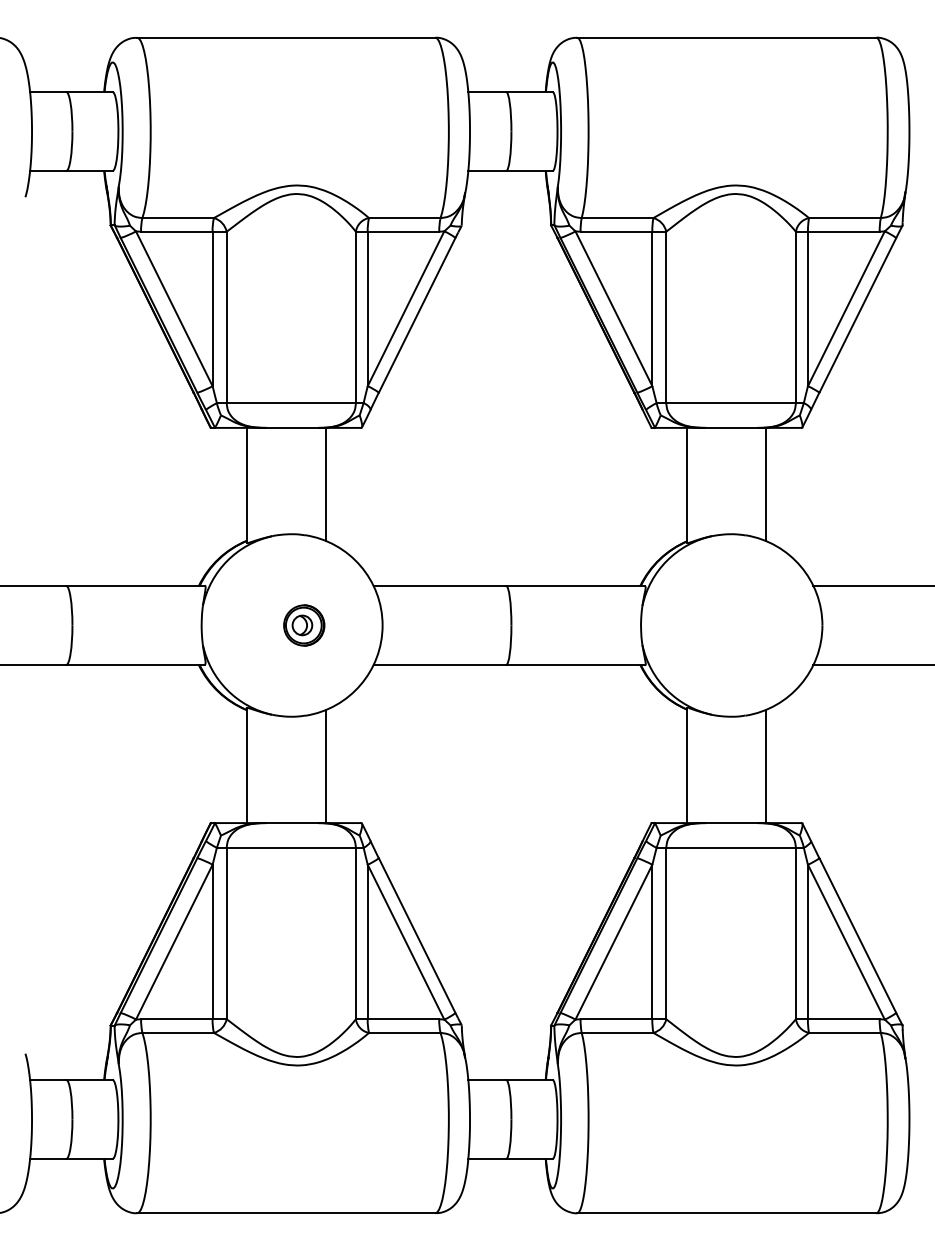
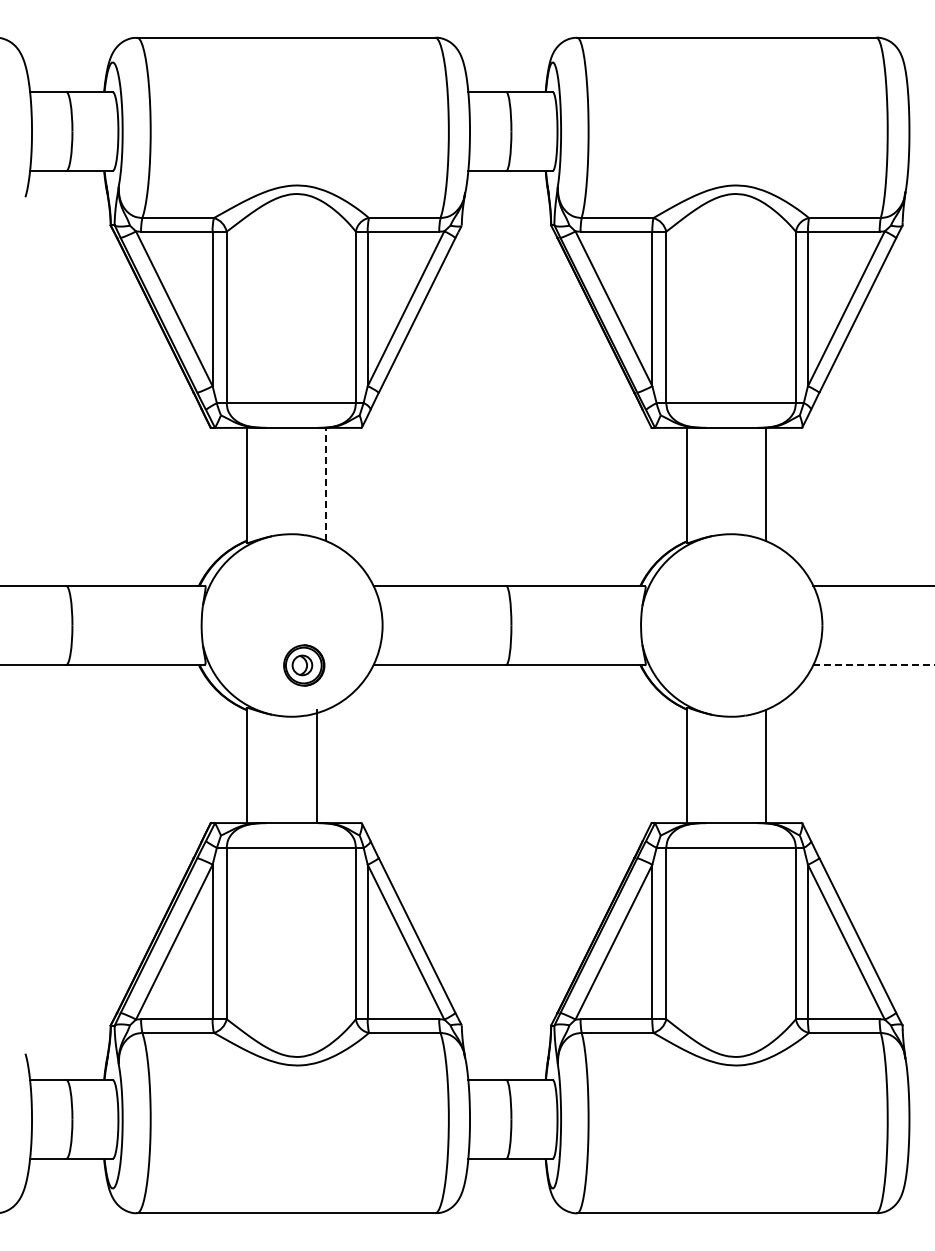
line at (325, 483): solid -> dashed
part at (304, 625) position: (304, 625) -> (304, 665)
line at (874, 665): solid -> dashed
line at (325, 766) position: (325, 766) -> (316, 766)
